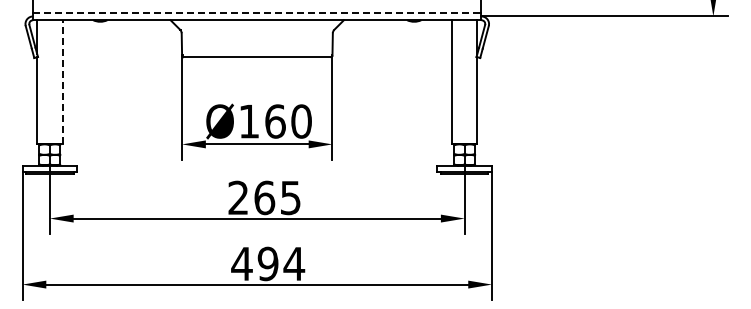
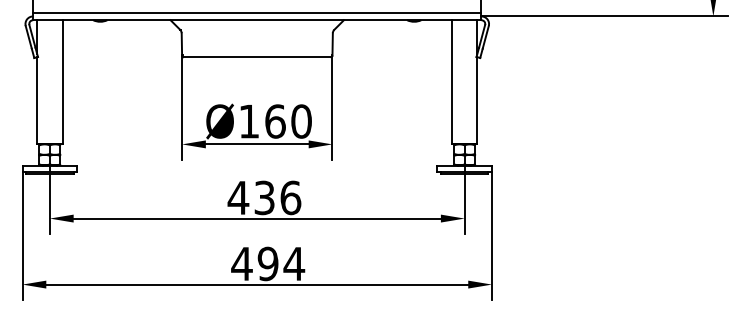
line at (257, 12): dashed -> solid
line at (62, 82): dashed -> solid
text at (264, 197): 265 -> 436
